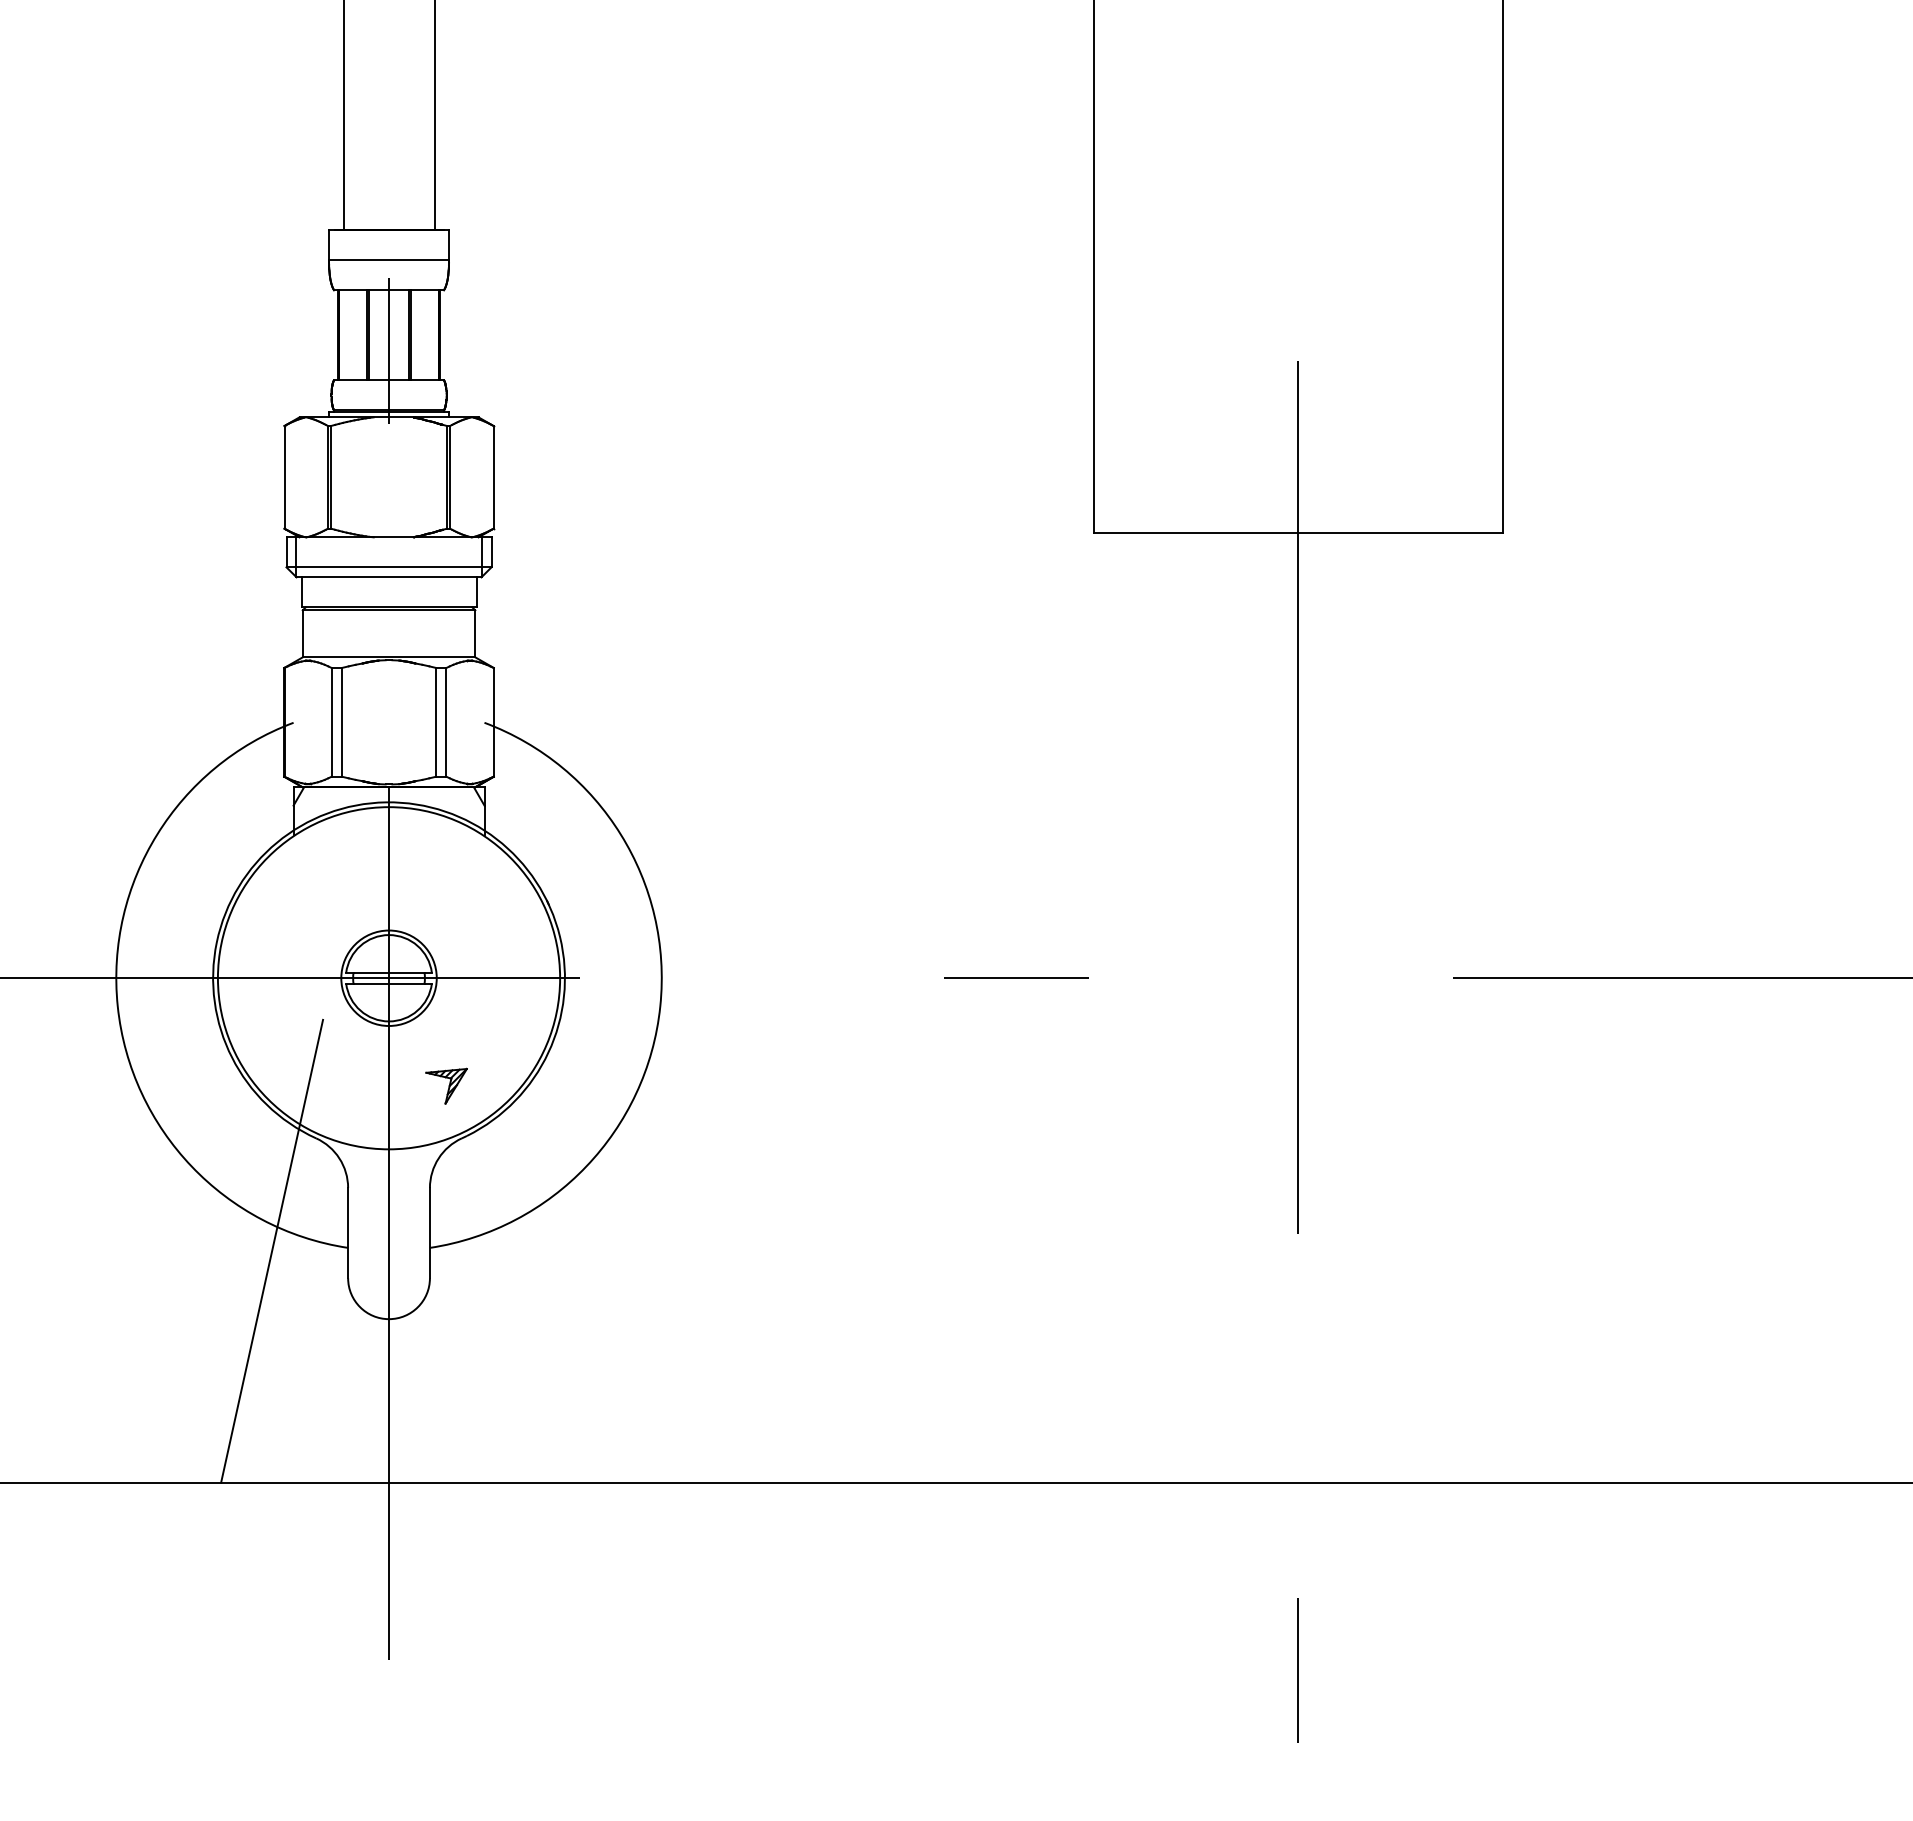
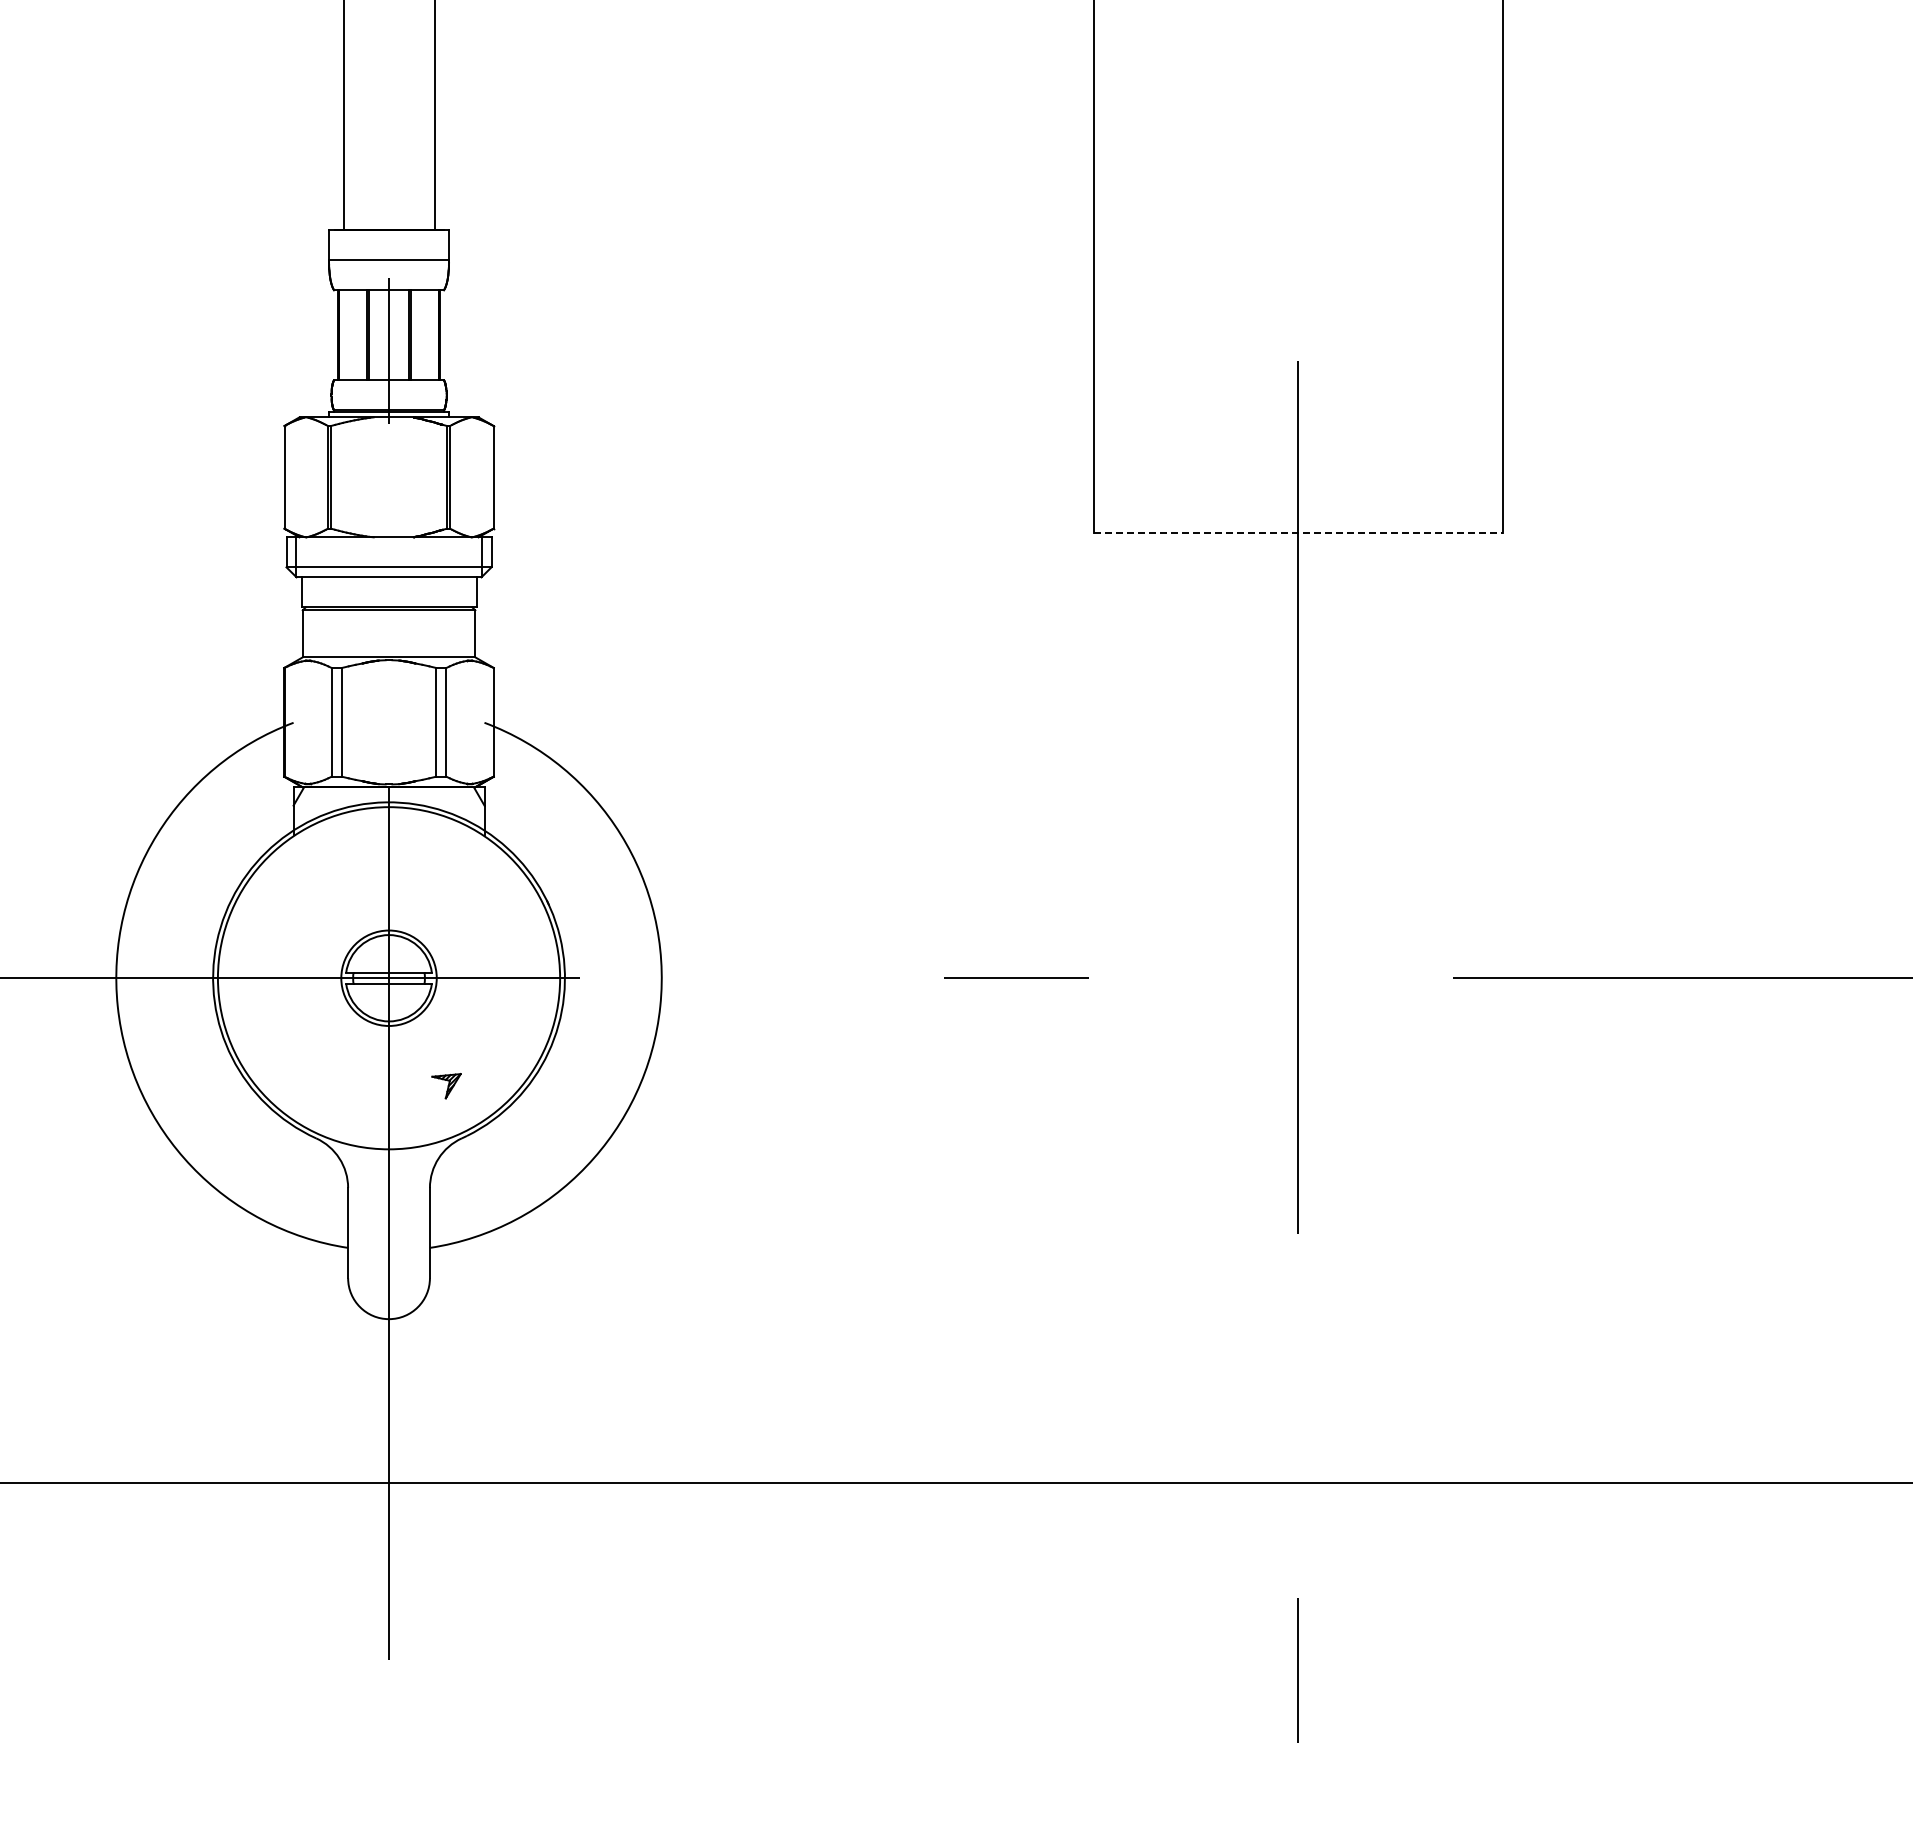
line at (1298, 532): solid -> dashed
part at (446, 1085) size: 43x38 px -> 31x27 px
line at (272, 1250): present -> none
